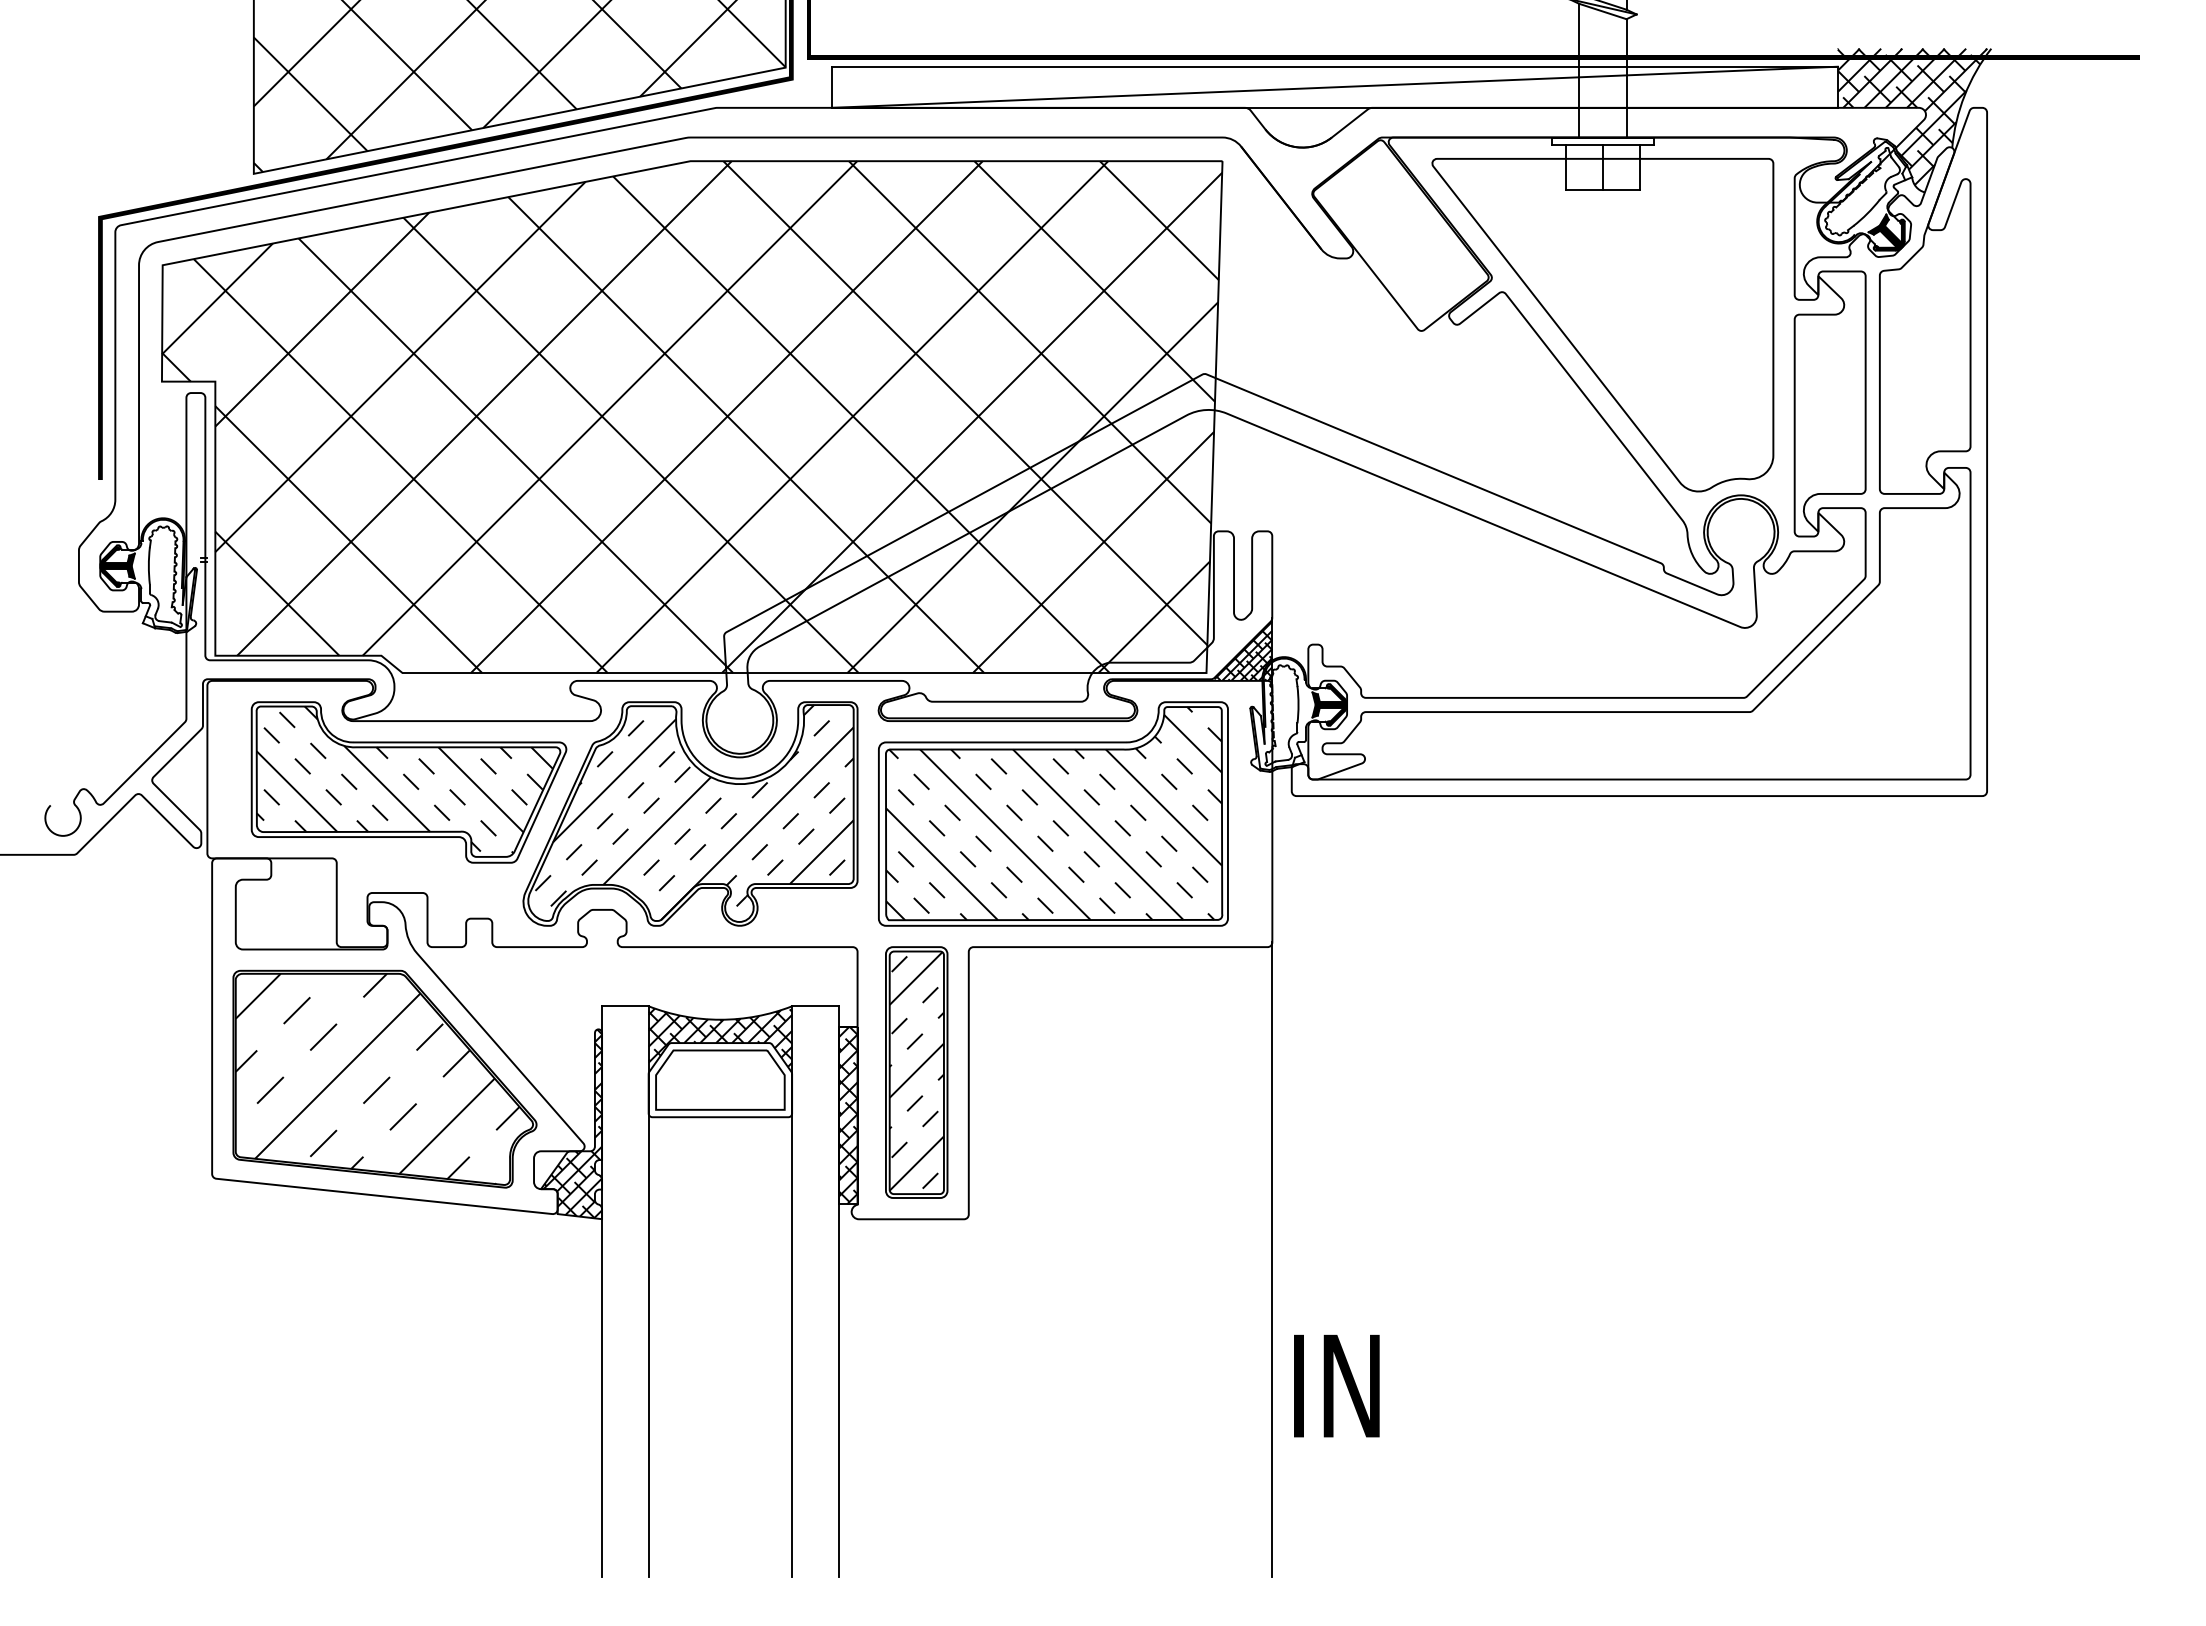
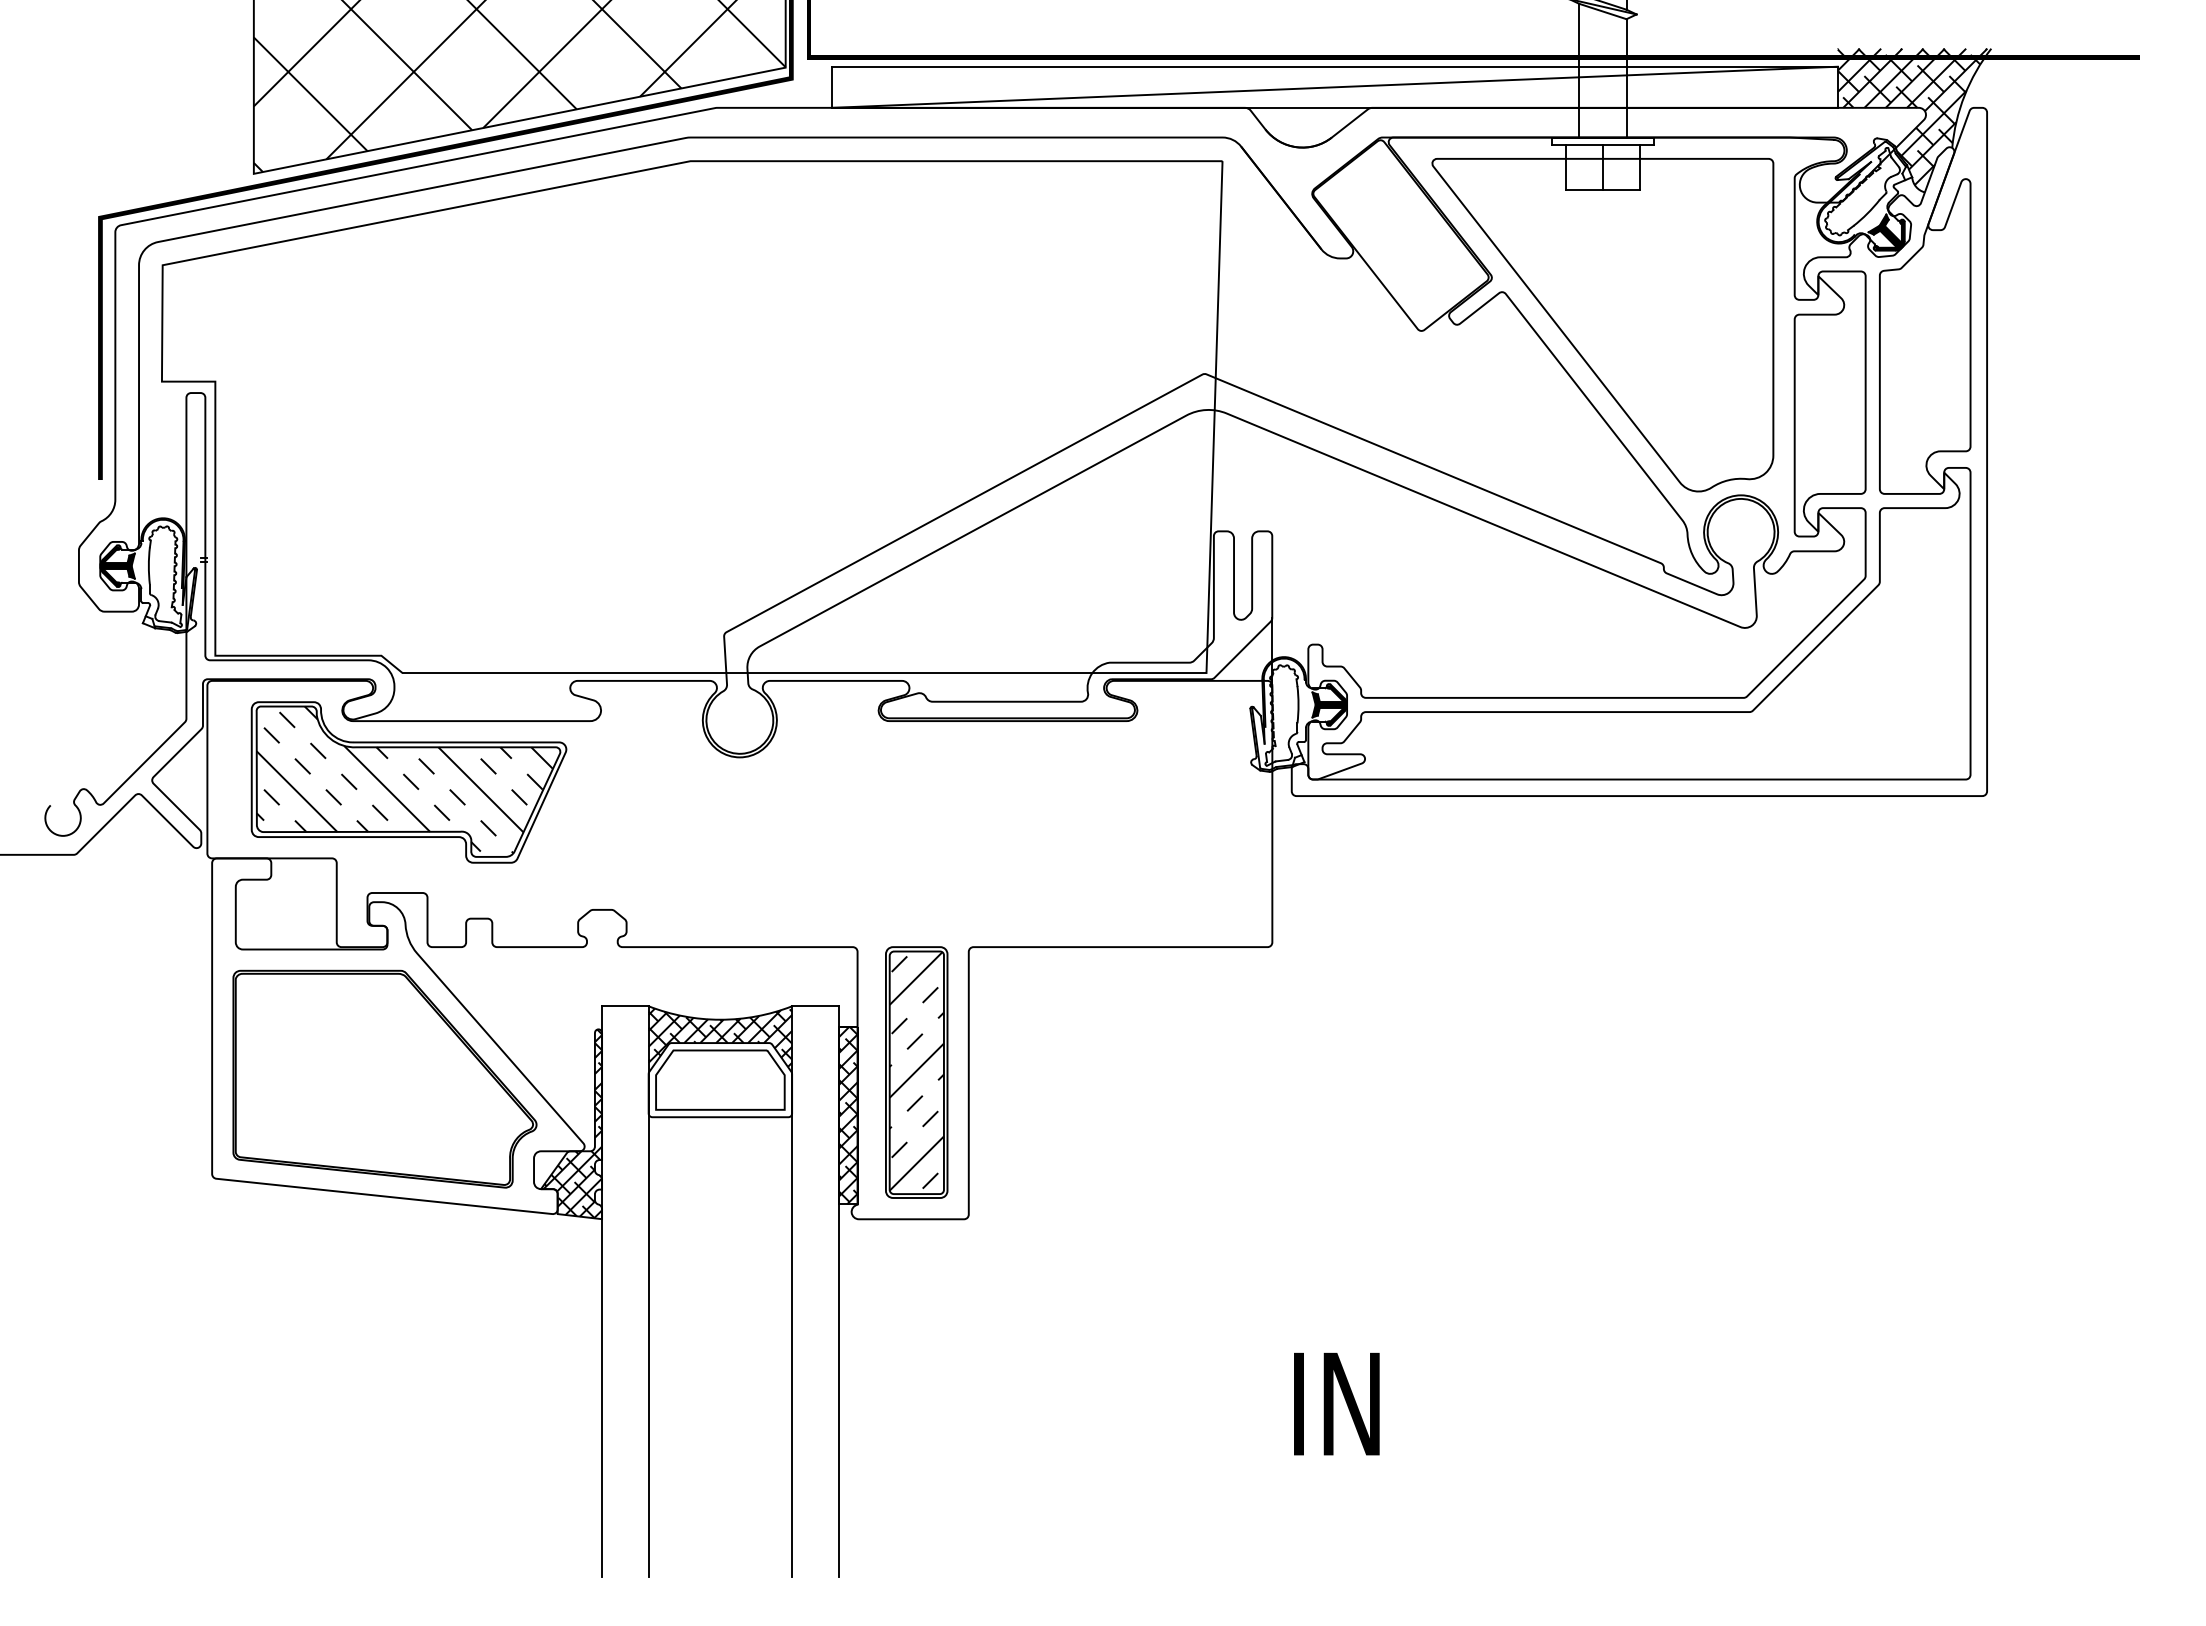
hatch at (692, 417): present -> none
hatch at (1243, 650): present -> none
part at (690, 813): present -> none
part at (1053, 813): present -> none
hatch at (377, 1078): present -> none
line at (1272, 1259): present -> none
text at (1336, 1385) position: (1336, 1385) -> (1336, 1403)
